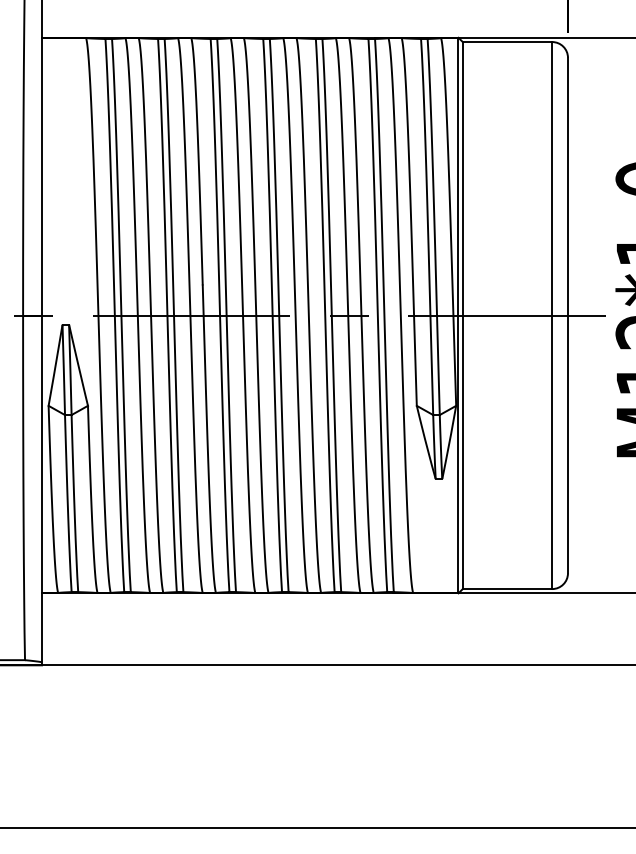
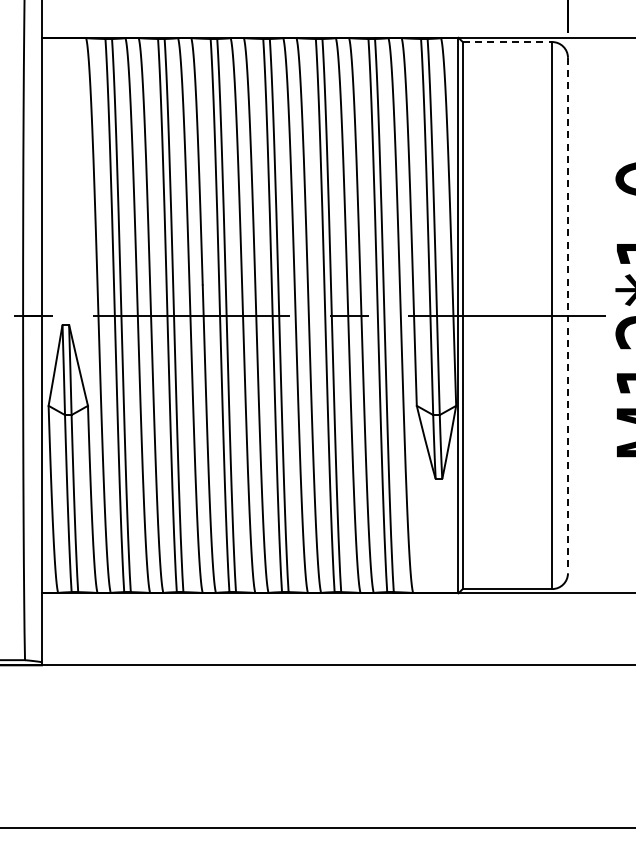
line at (507, 42): solid -> dashed
line at (567, 315): solid -> dashed
